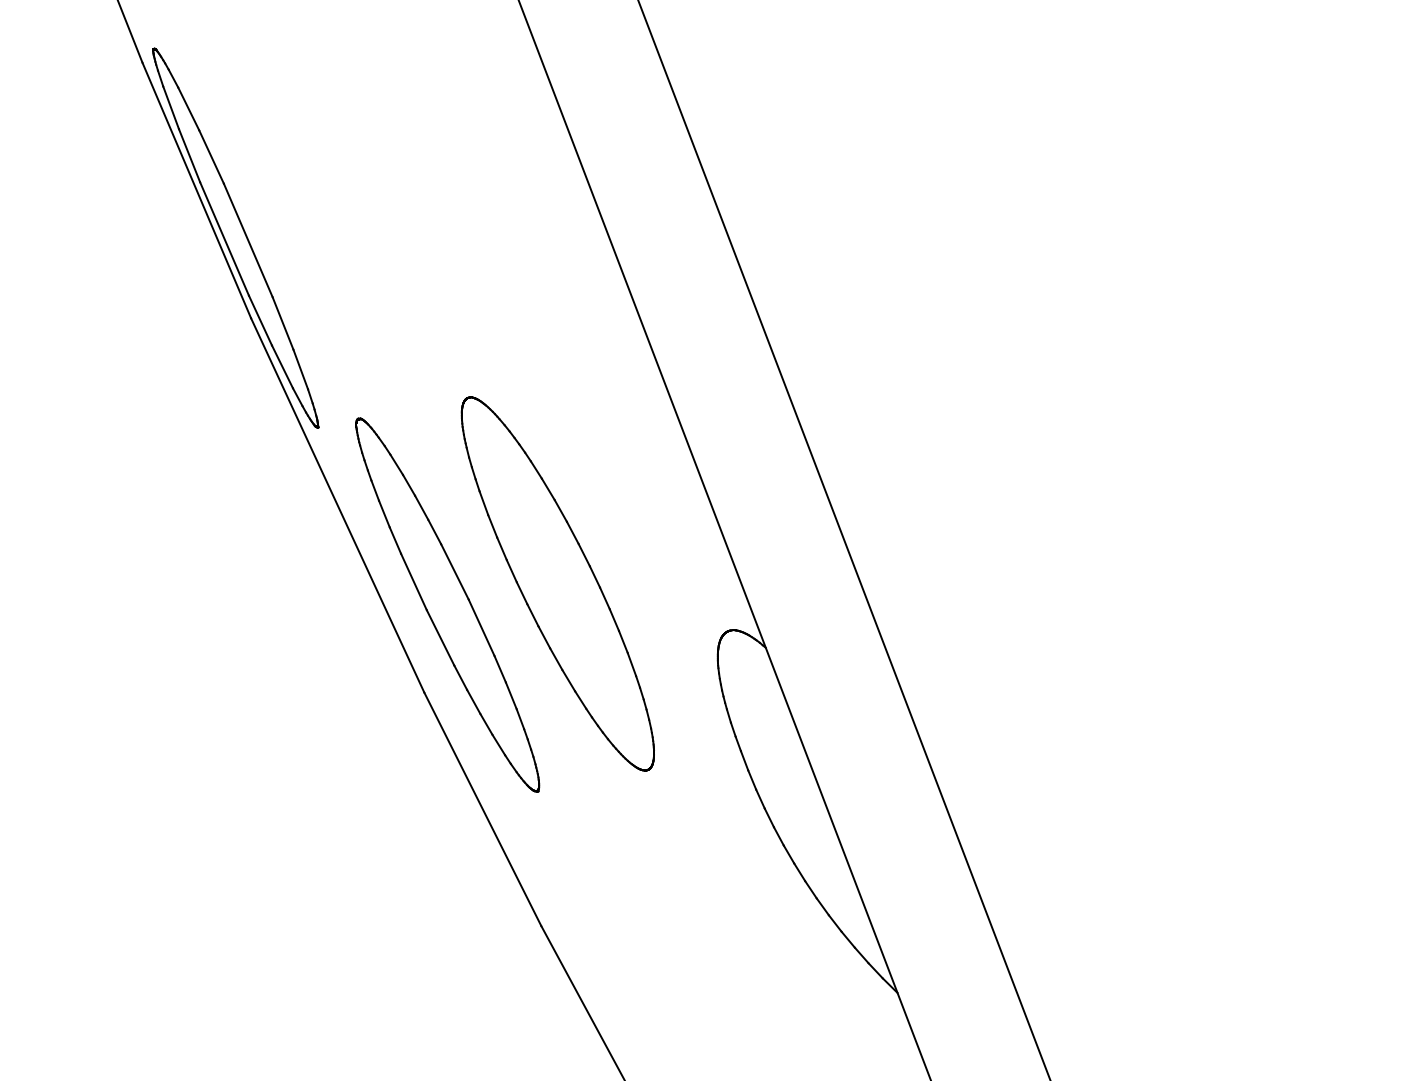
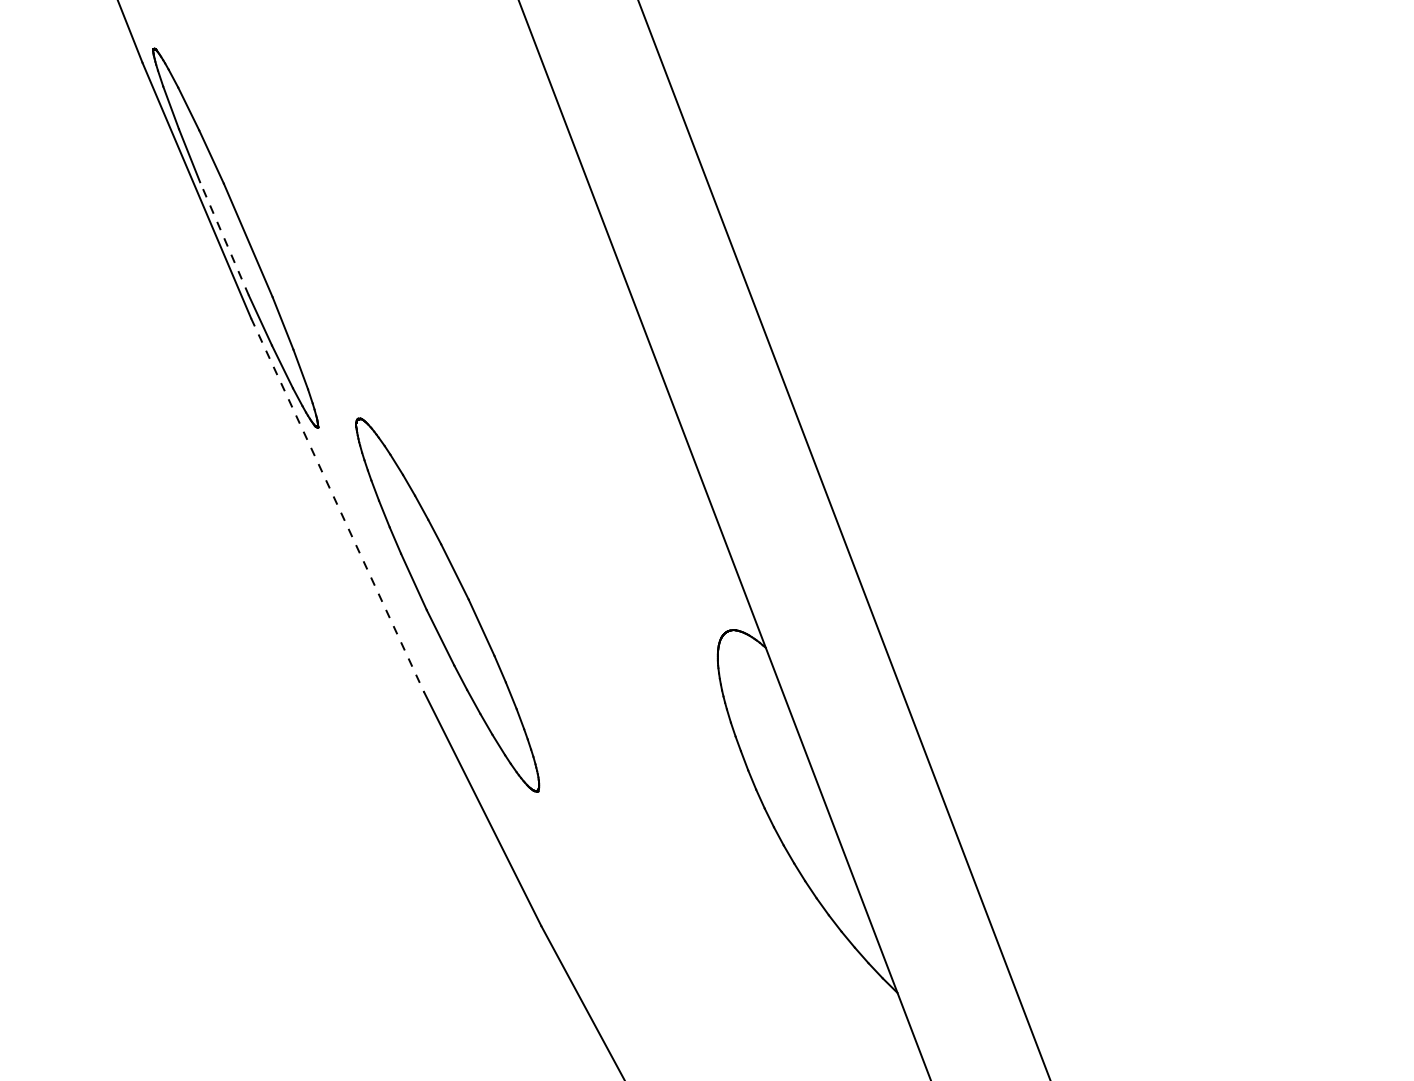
line at (224, 238): solid -> dashed
line at (337, 505): solid -> dashed
part at (557, 583): present -> none
